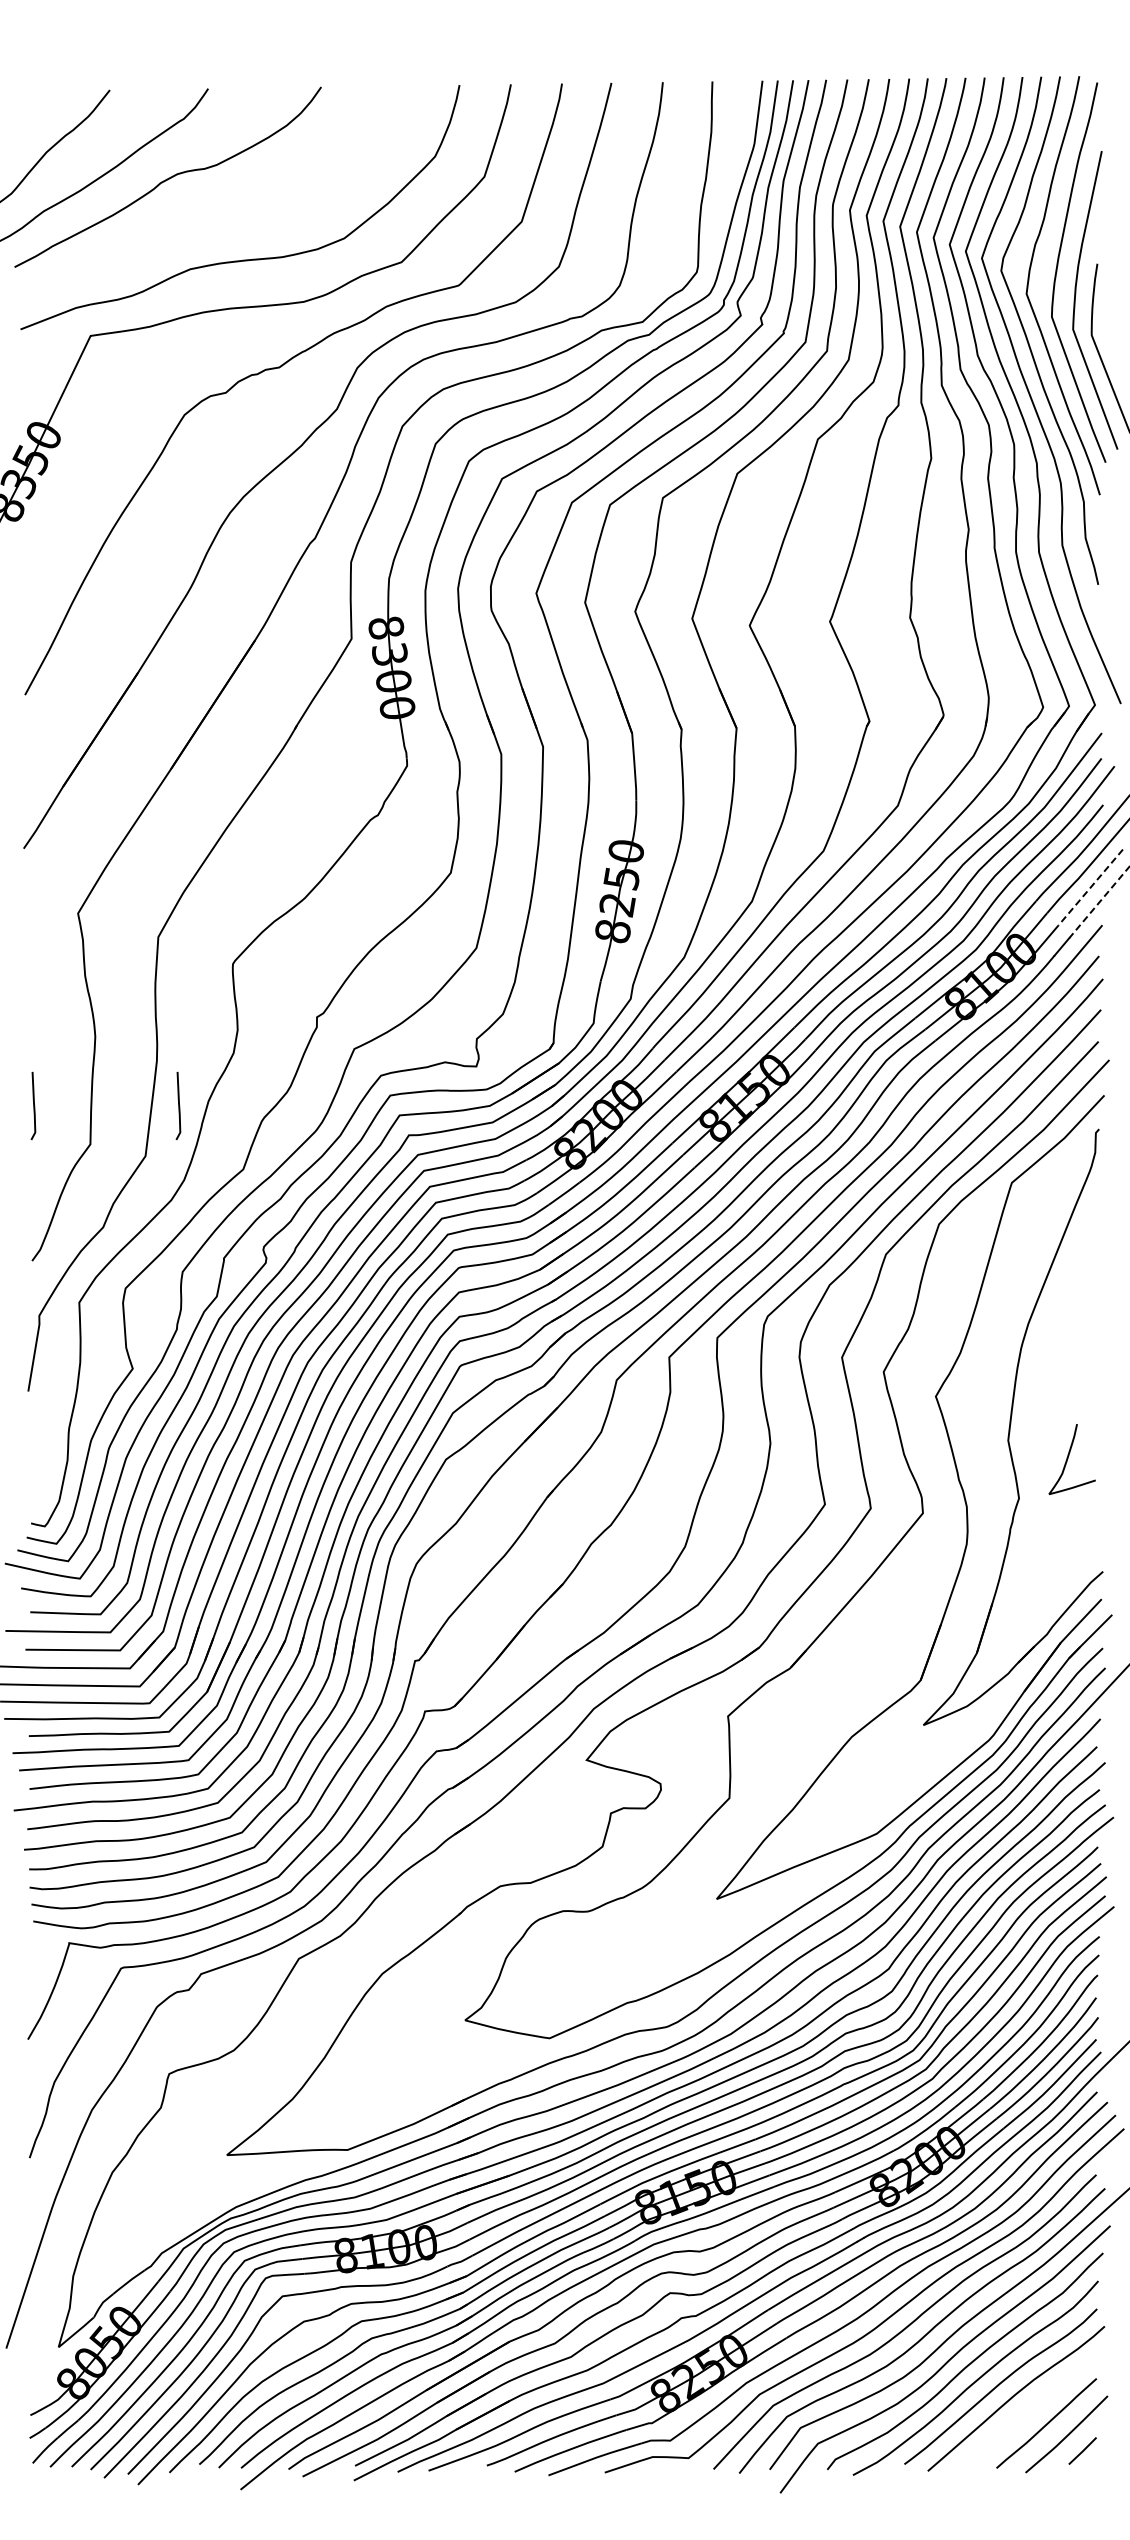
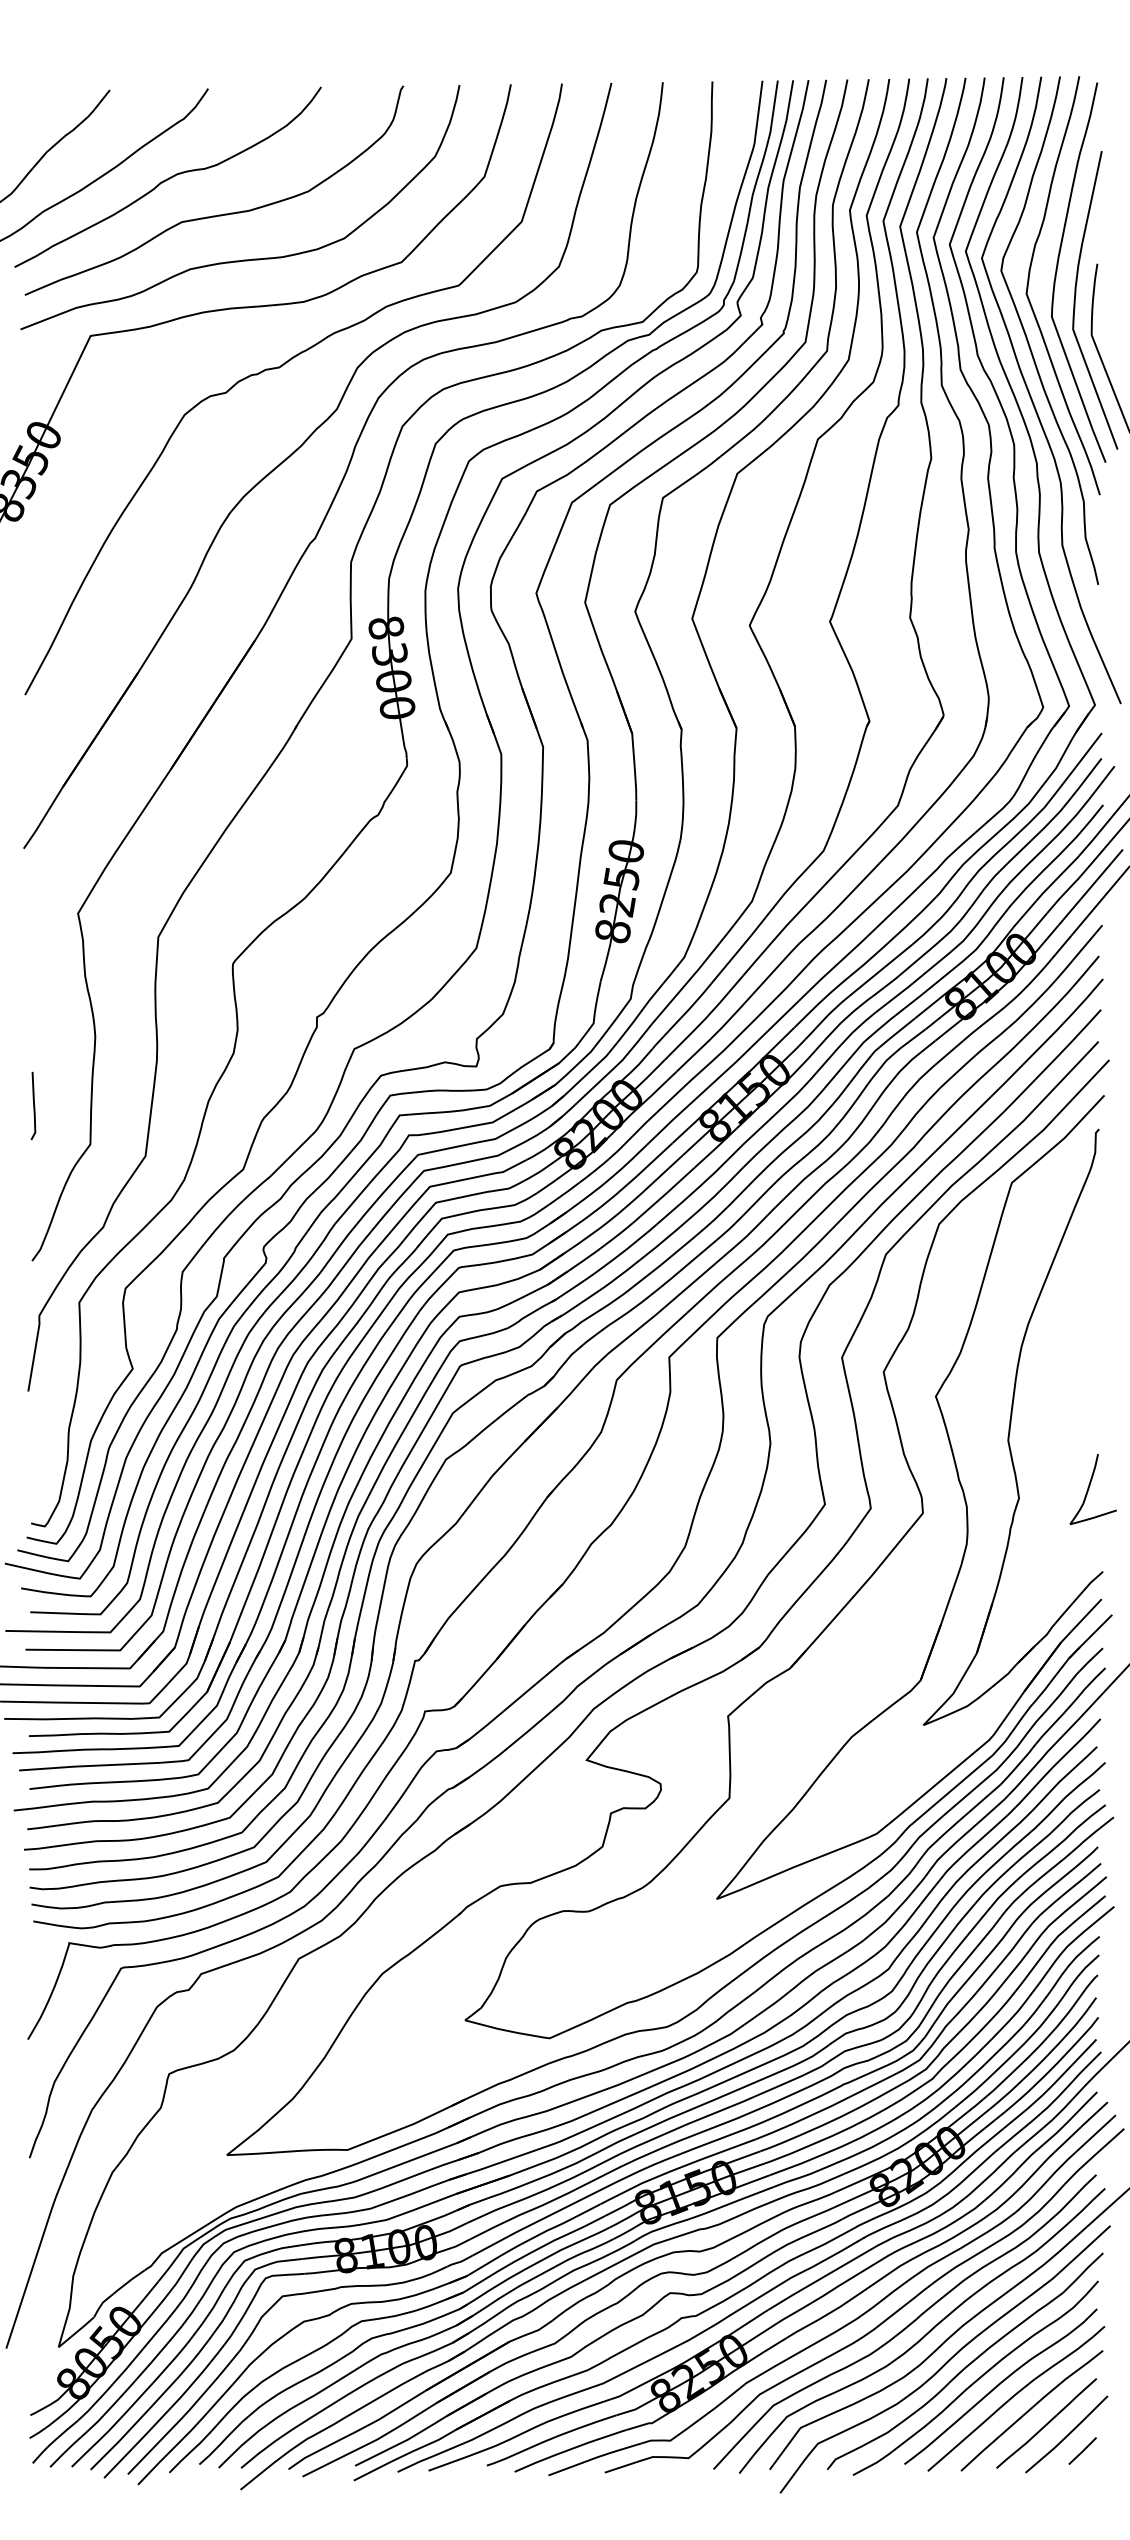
curve at (218, 214): none -> present
line at (1090, 887): dashed -> solid
line at (1099, 902): dashed -> solid
line at (178, 1105): present -> none
curve at (1068, 1459) position: (1068, 1459) -> (1089, 1489)
curve at (1031, 2409): none -> present
